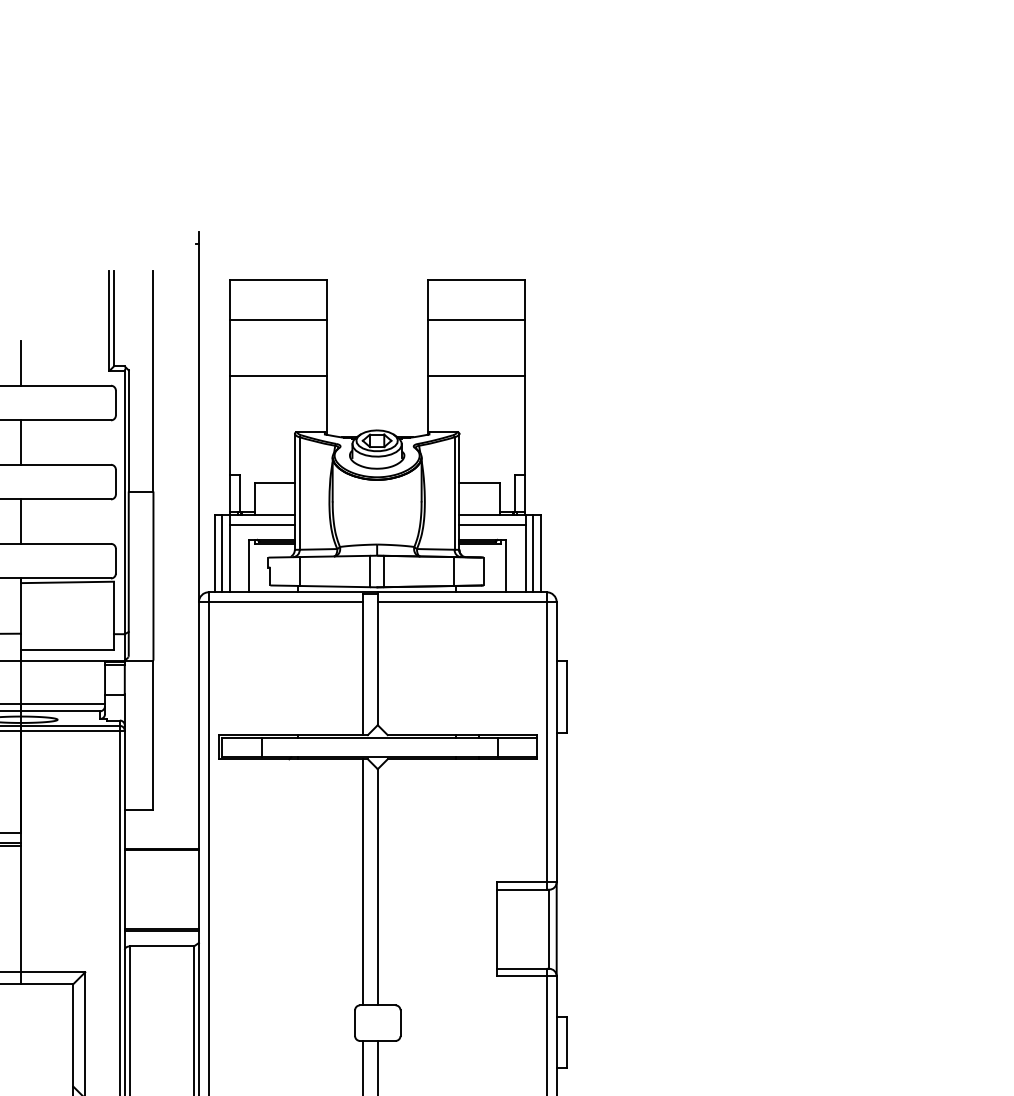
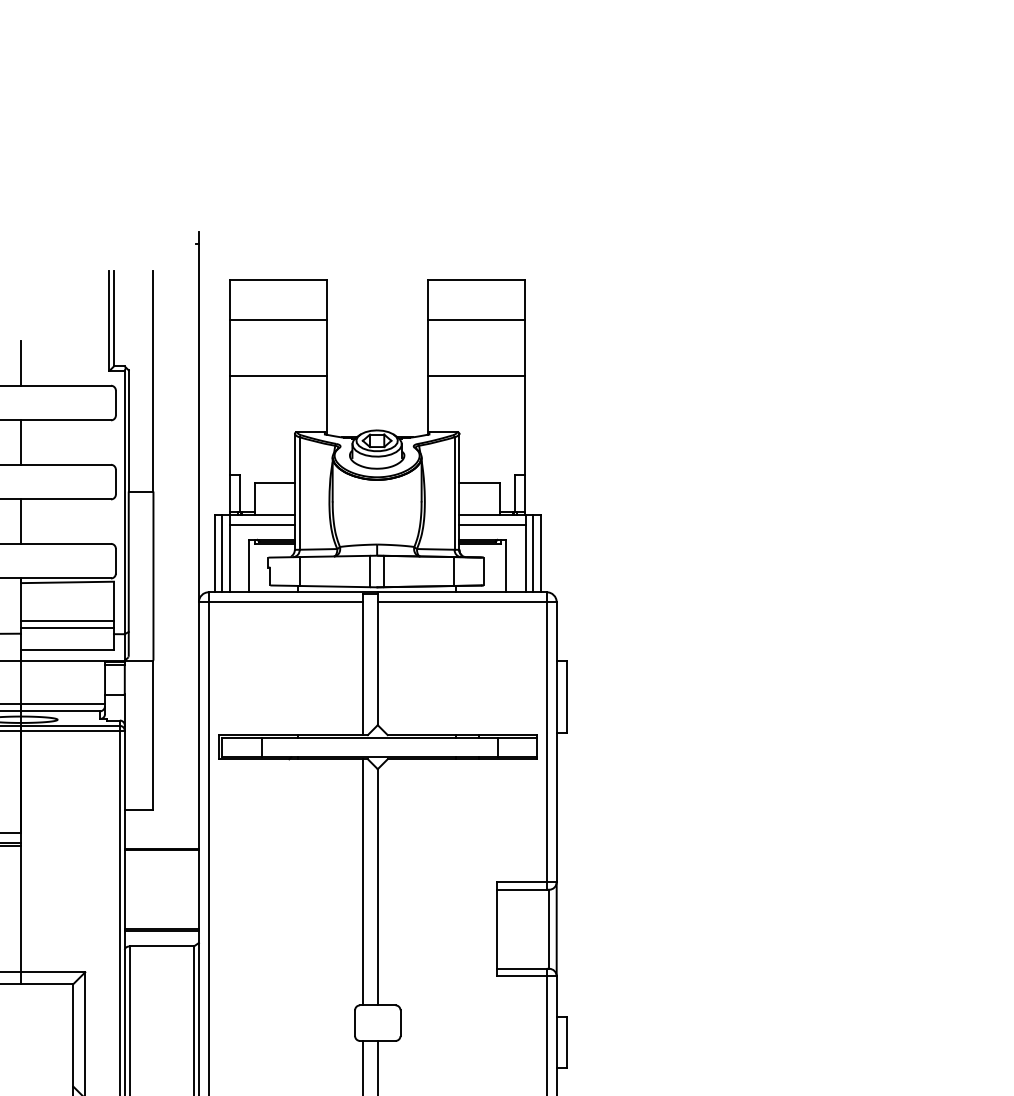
line at (67, 621): none -> present
line at (67, 628): none -> present
